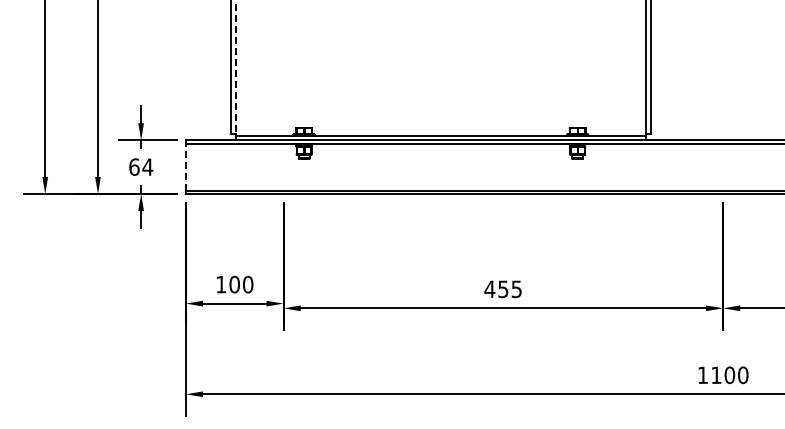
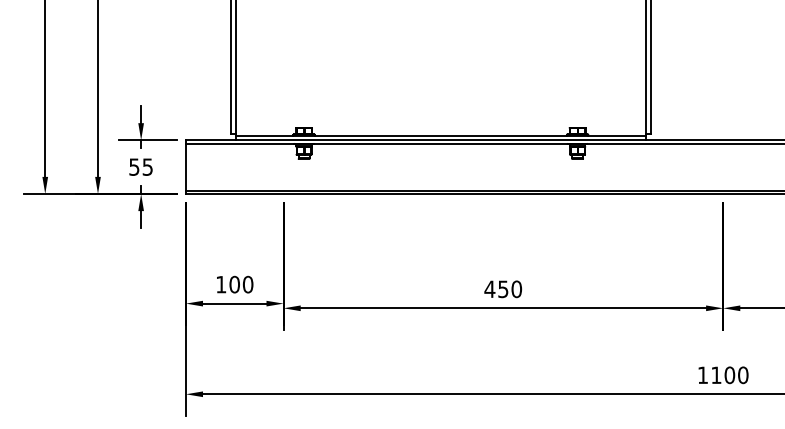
line at (235, 67): dashed -> solid
text at (141, 166): 64 -> 55
line at (185, 167): dashed -> solid
text at (516, 289): 455 -> 450
